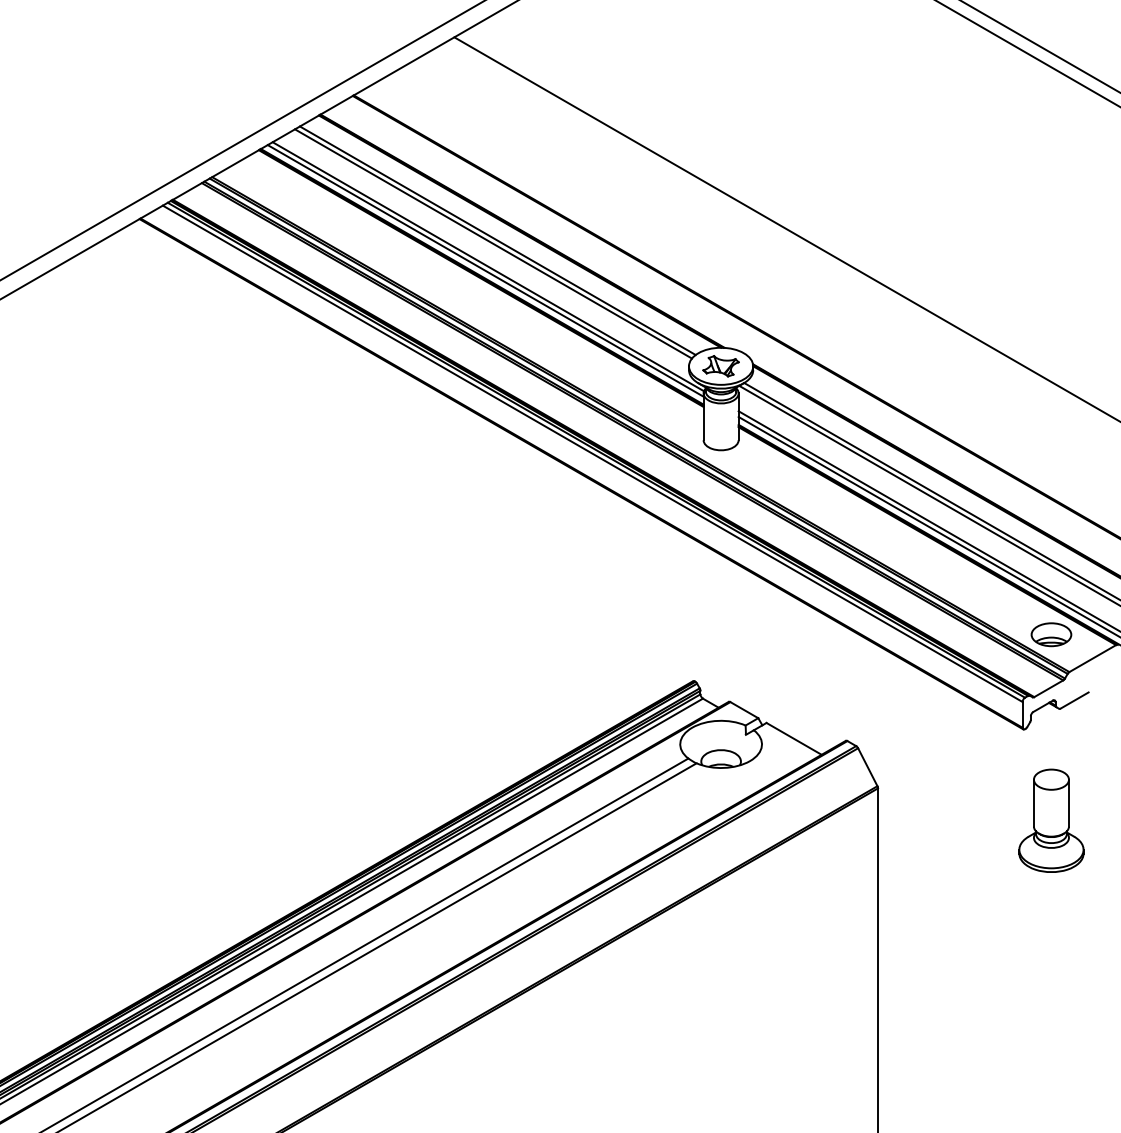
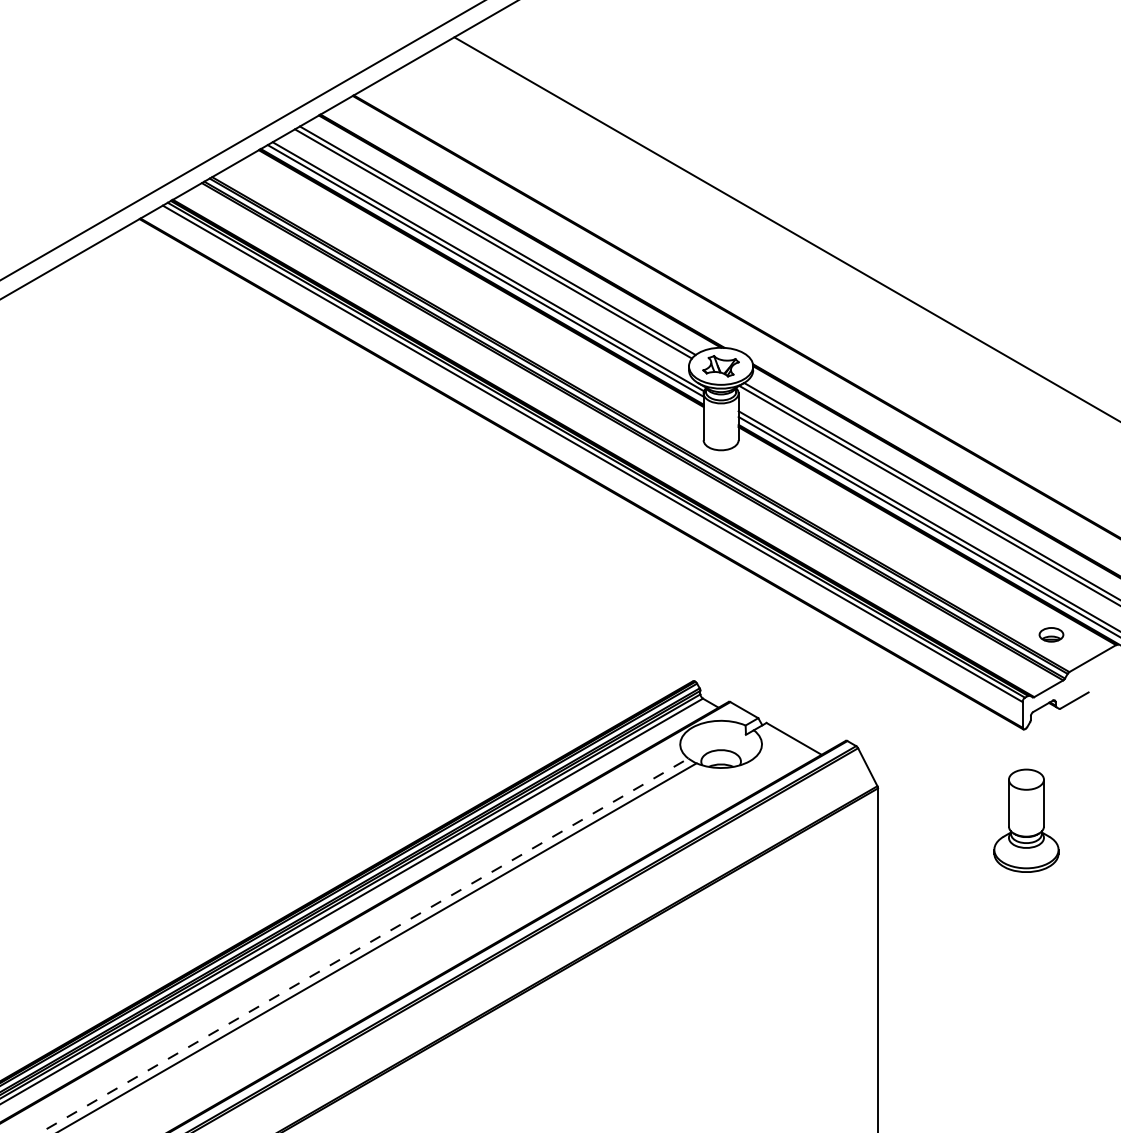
line at (1040, 46): present -> none
line at (1027, 53): present -> none
part at (1051, 634) size: 43x26 px -> 27x16 px
part at (1051, 820) position: (1051, 820) -> (1026, 820)
line at (364, 945): solid -> dashed
